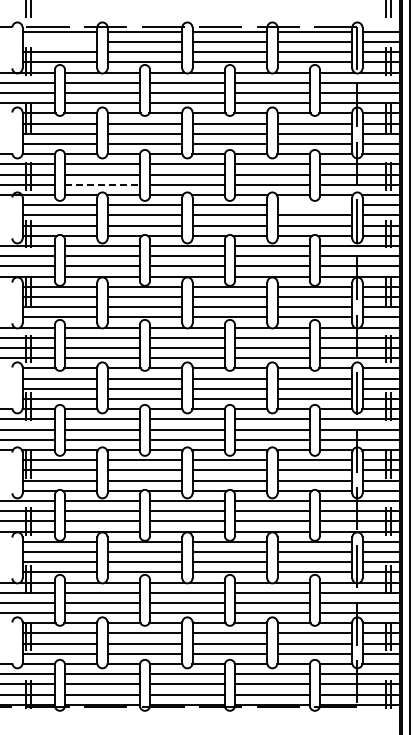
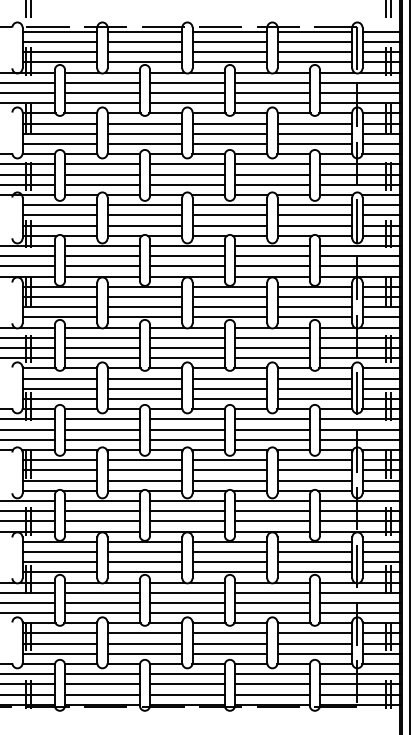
line at (59, 42): none -> present
line at (102, 184): dashed -> solid
line at (314, 205): none -> present
